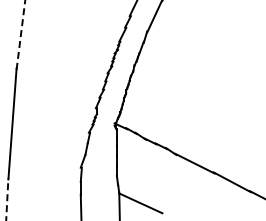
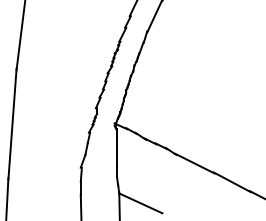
line at (21, 34): dashed -> solid
line at (7, 199): dashed -> solid
